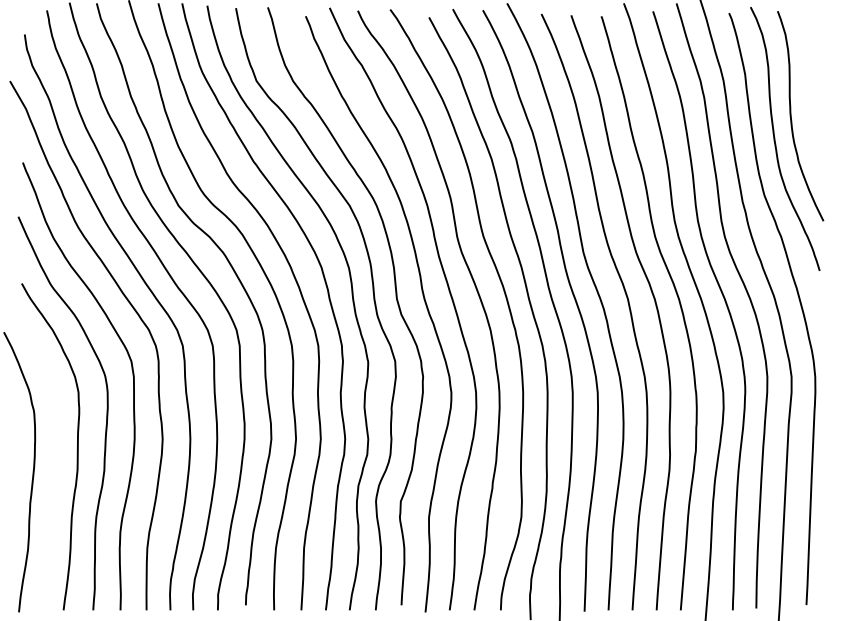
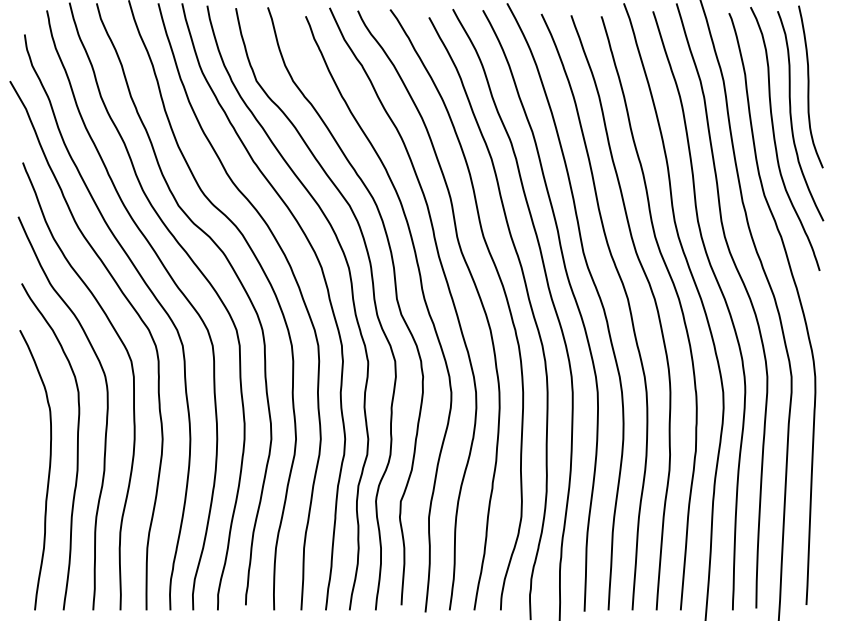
curve at (809, 86): none -> present
curve at (32, 472) position: (32, 472) -> (48, 470)
